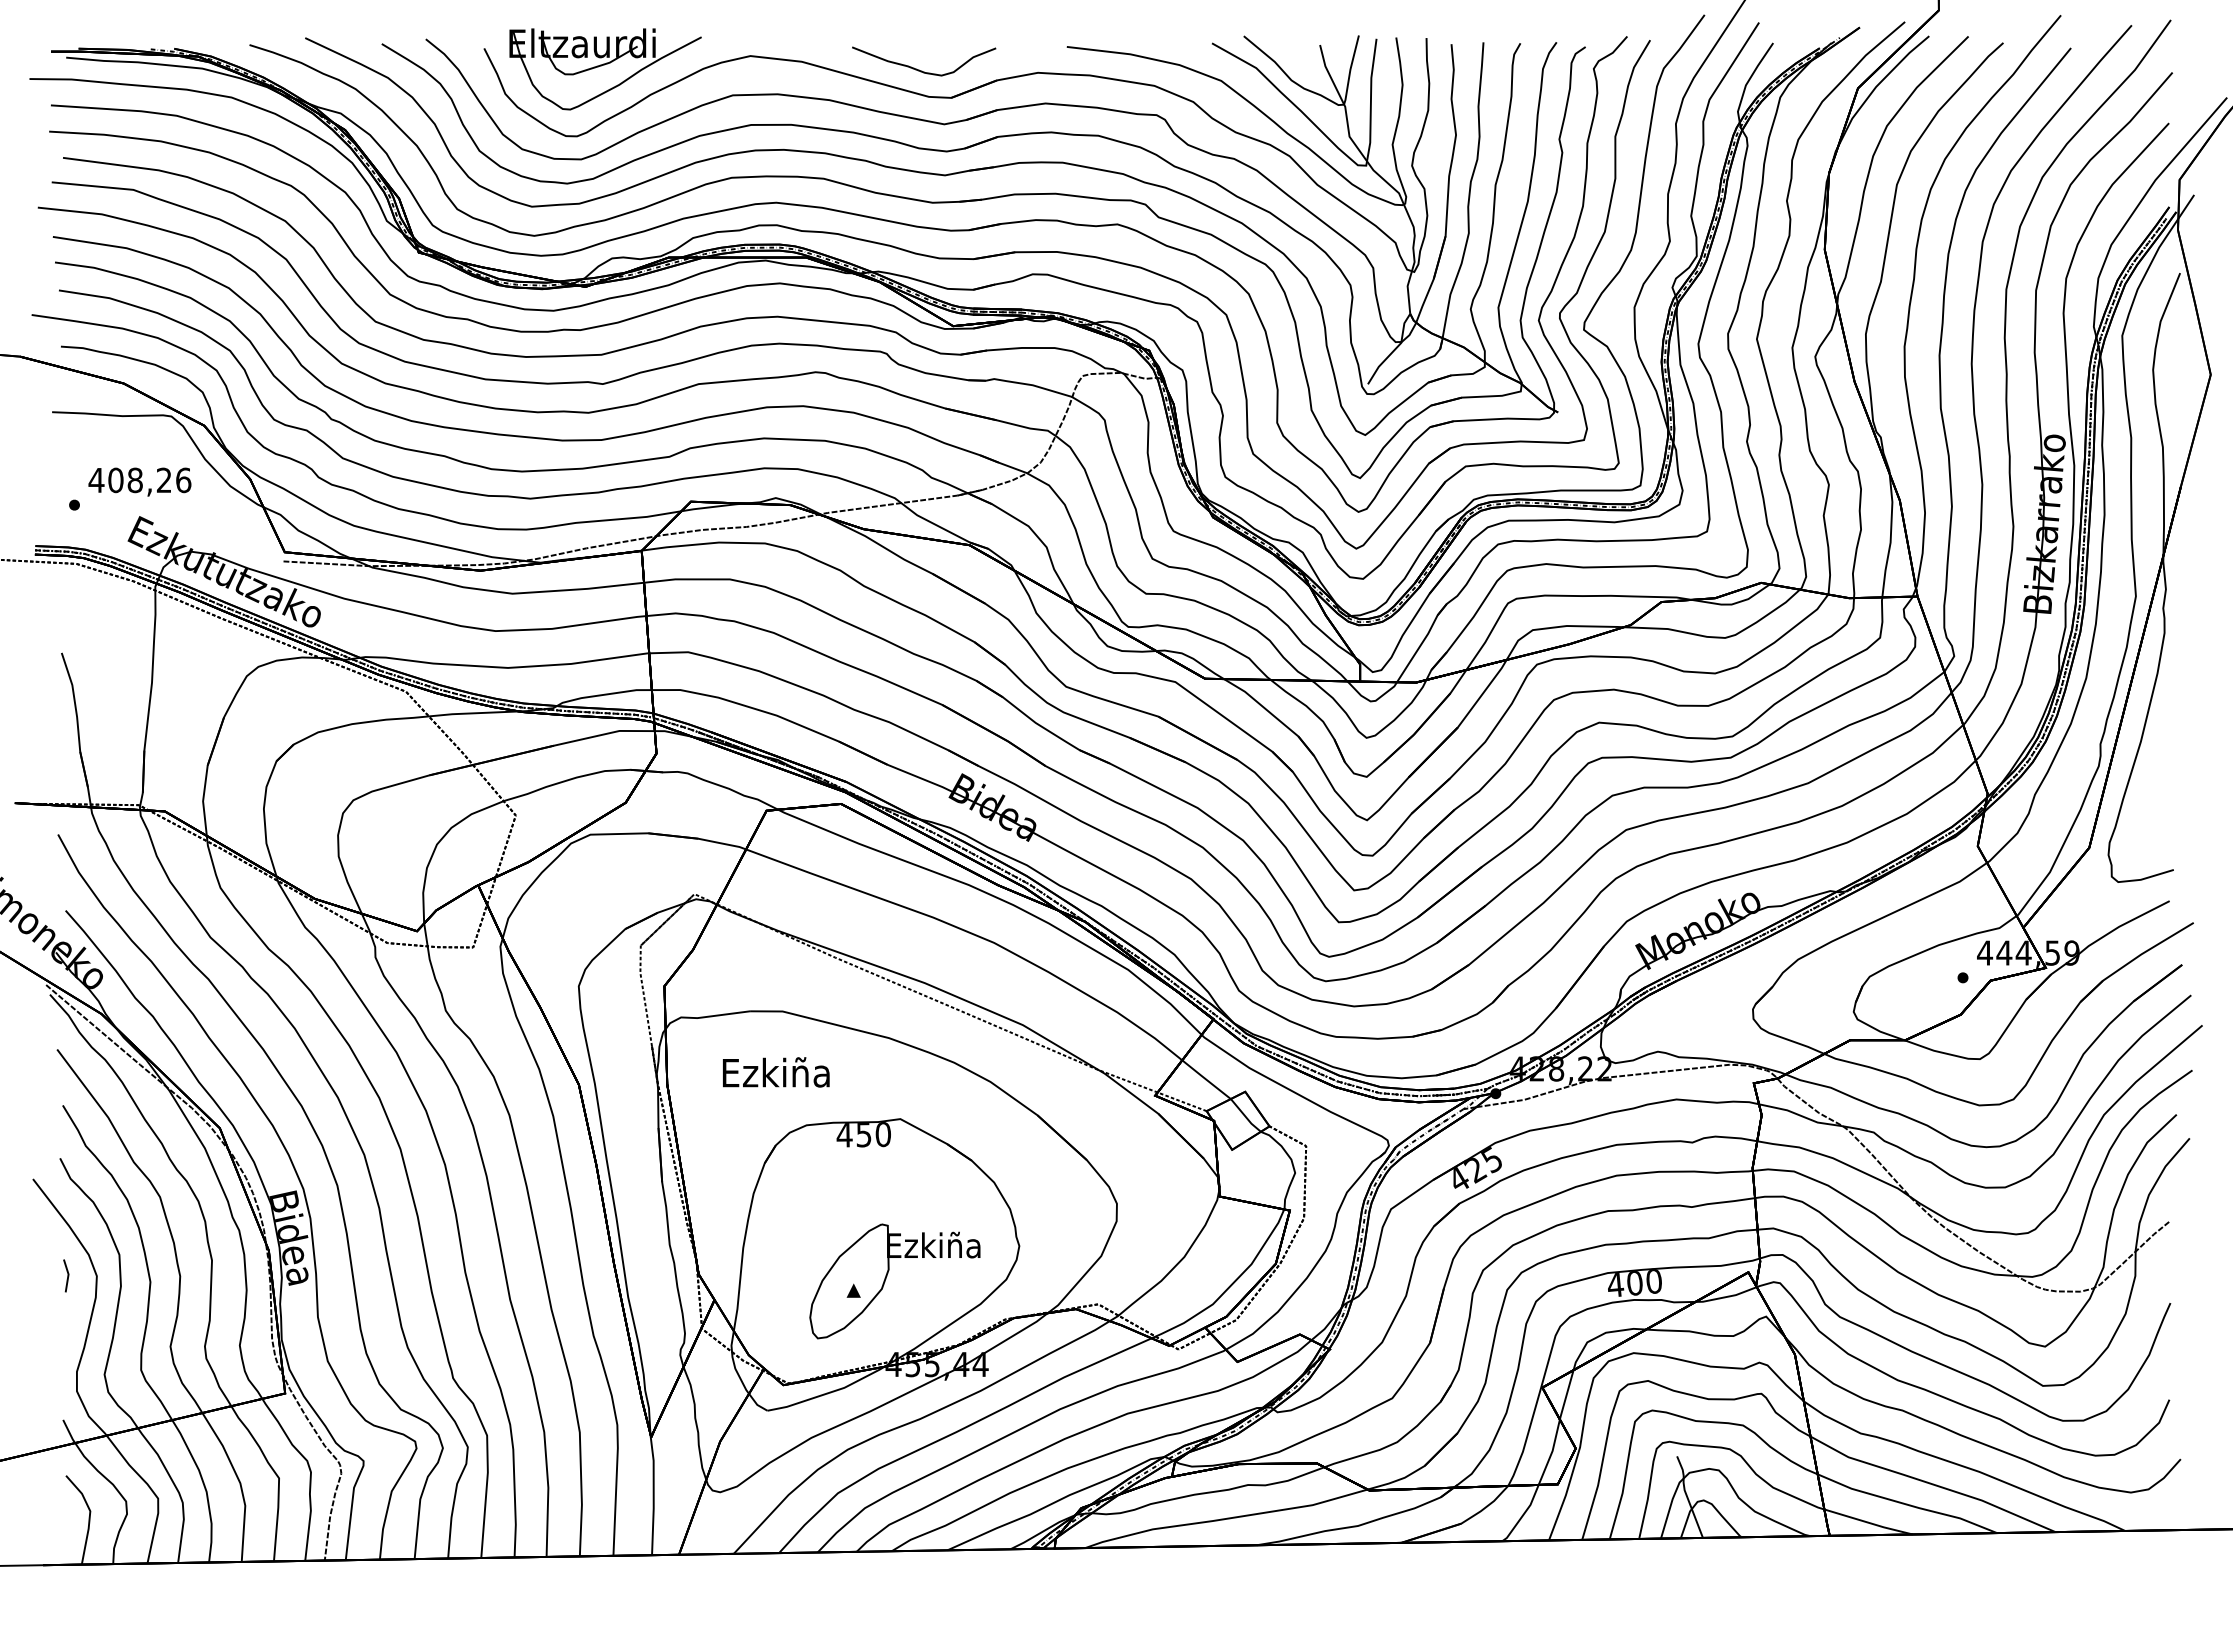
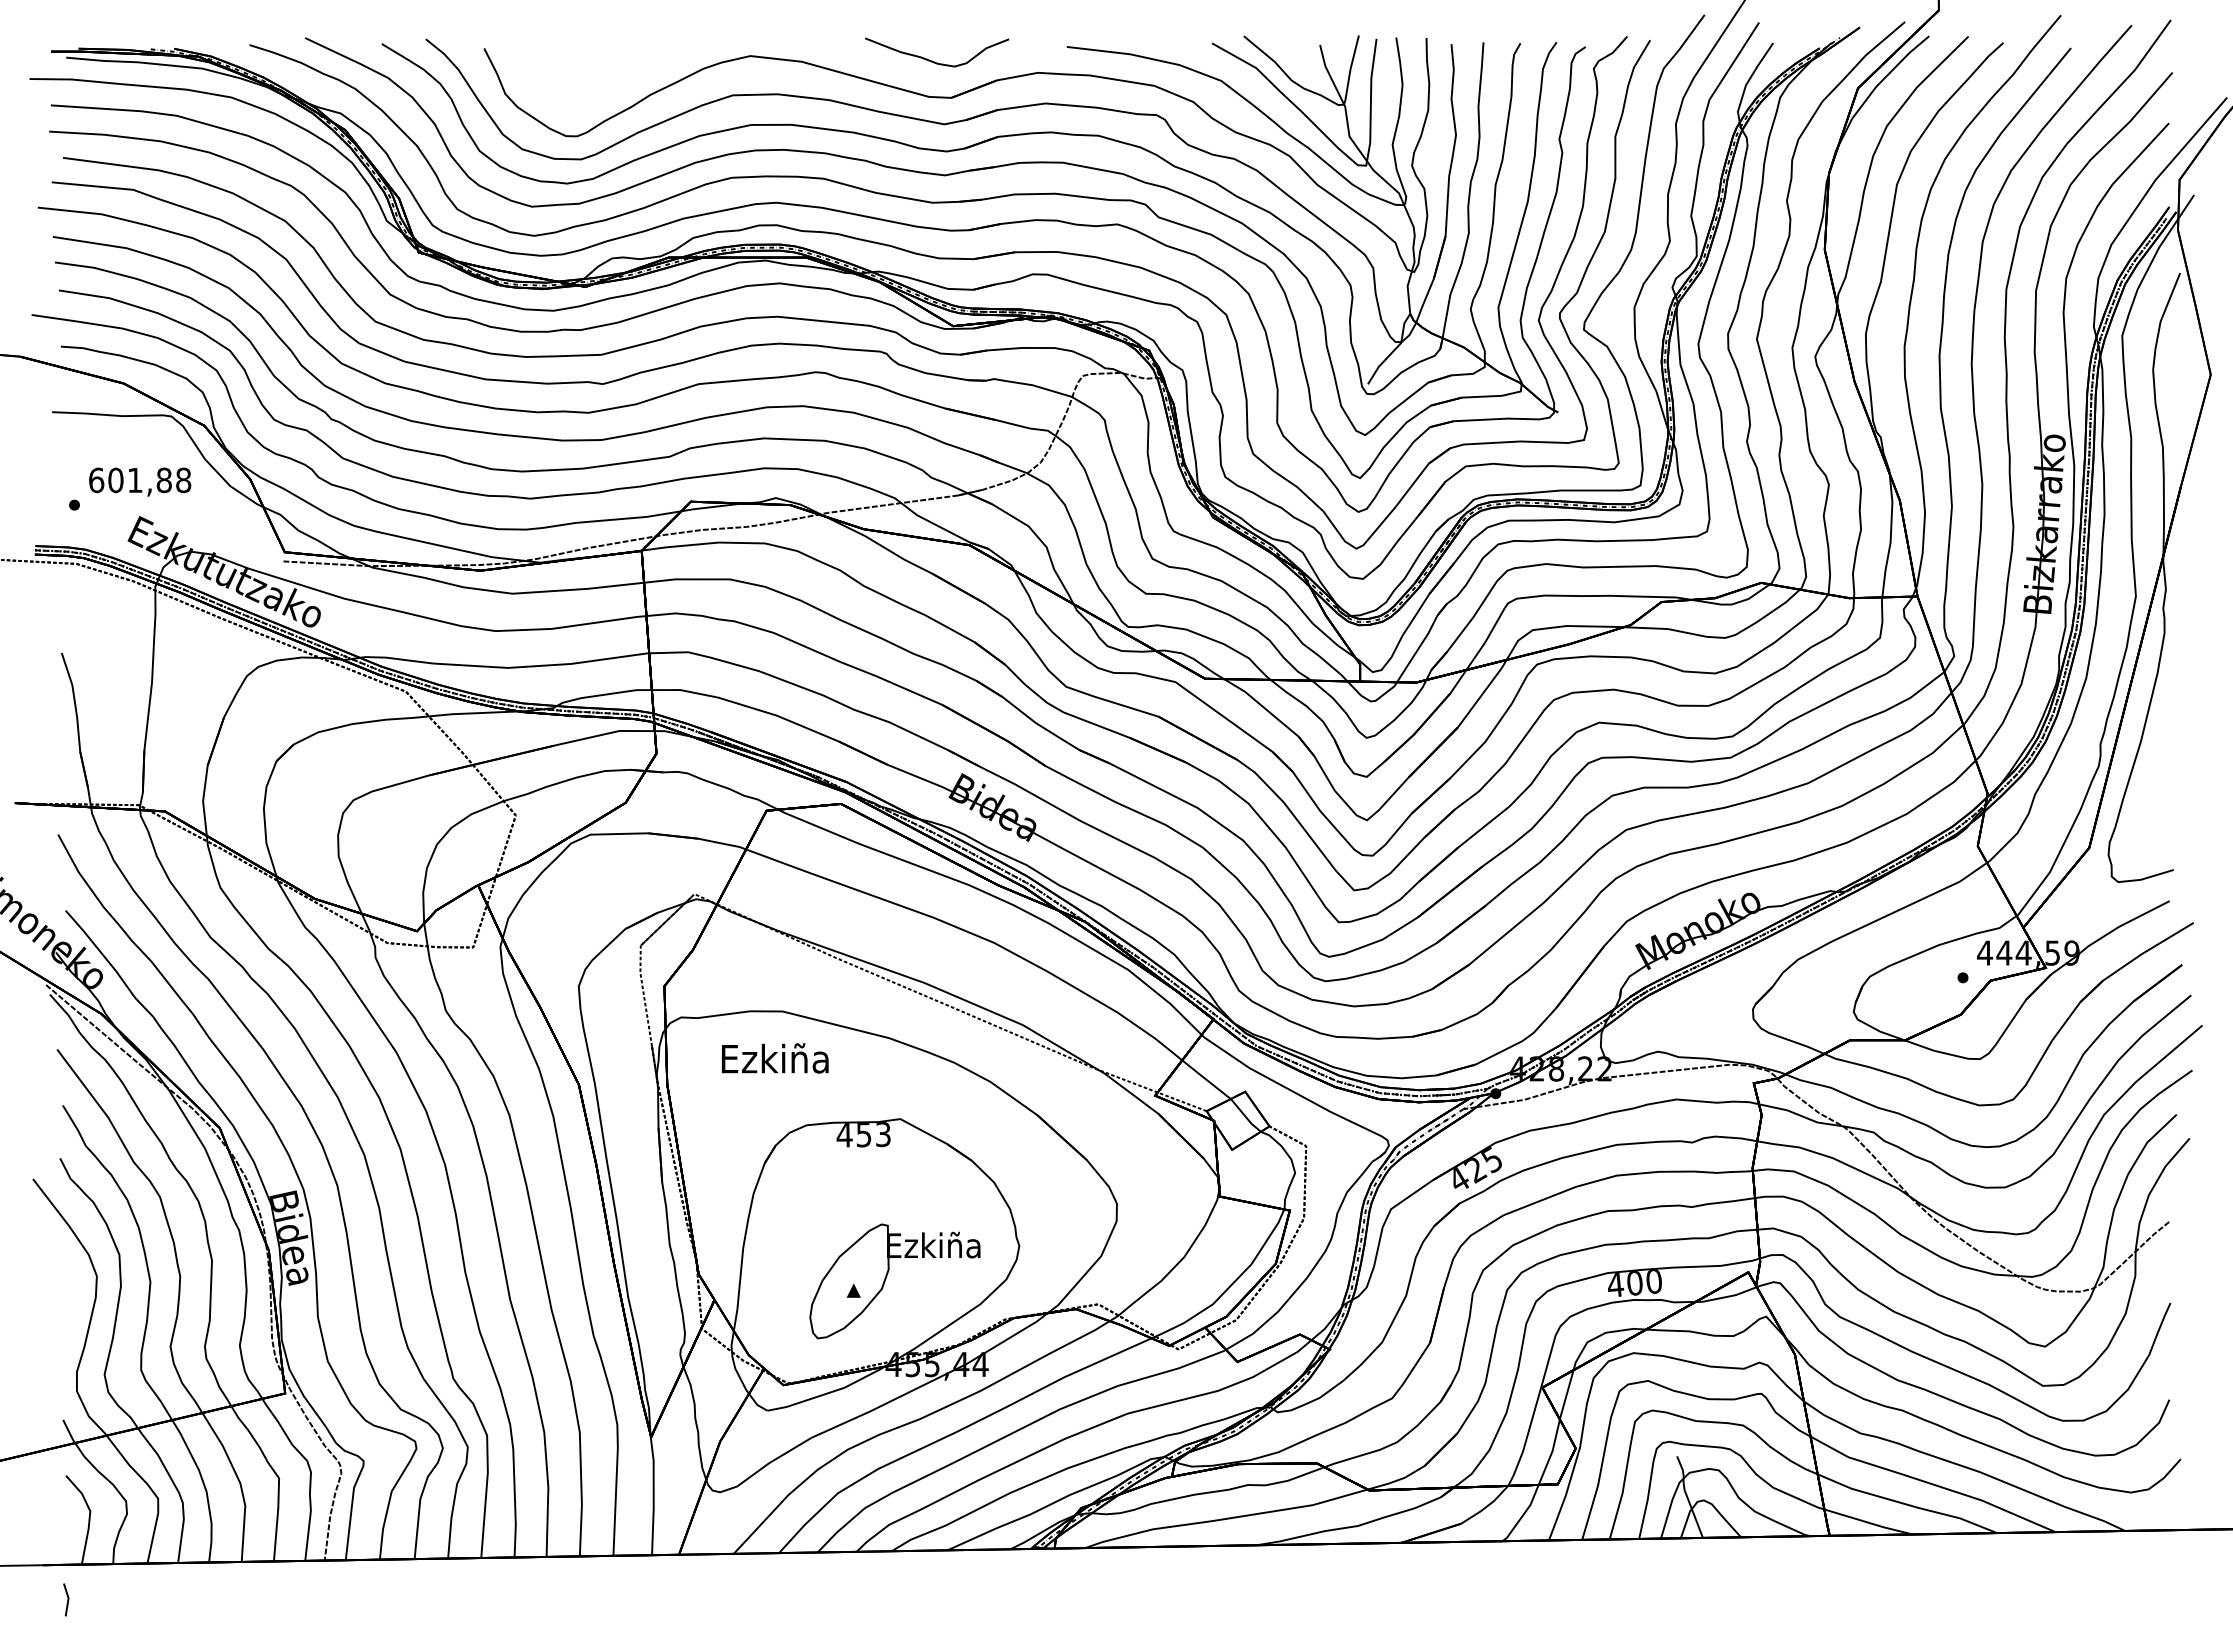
part at (605, 69): present -> none
curve at (919, 69) position: (919, 69) -> (932, 60)
text at (139, 480): 408,26 -> 601,88
text at (776, 1072) position: (776, 1072) -> (775, 1058)
text at (882, 1134): 450 -> 453
line at (67, 1275) position: (67, 1275) -> (67, 1599)
